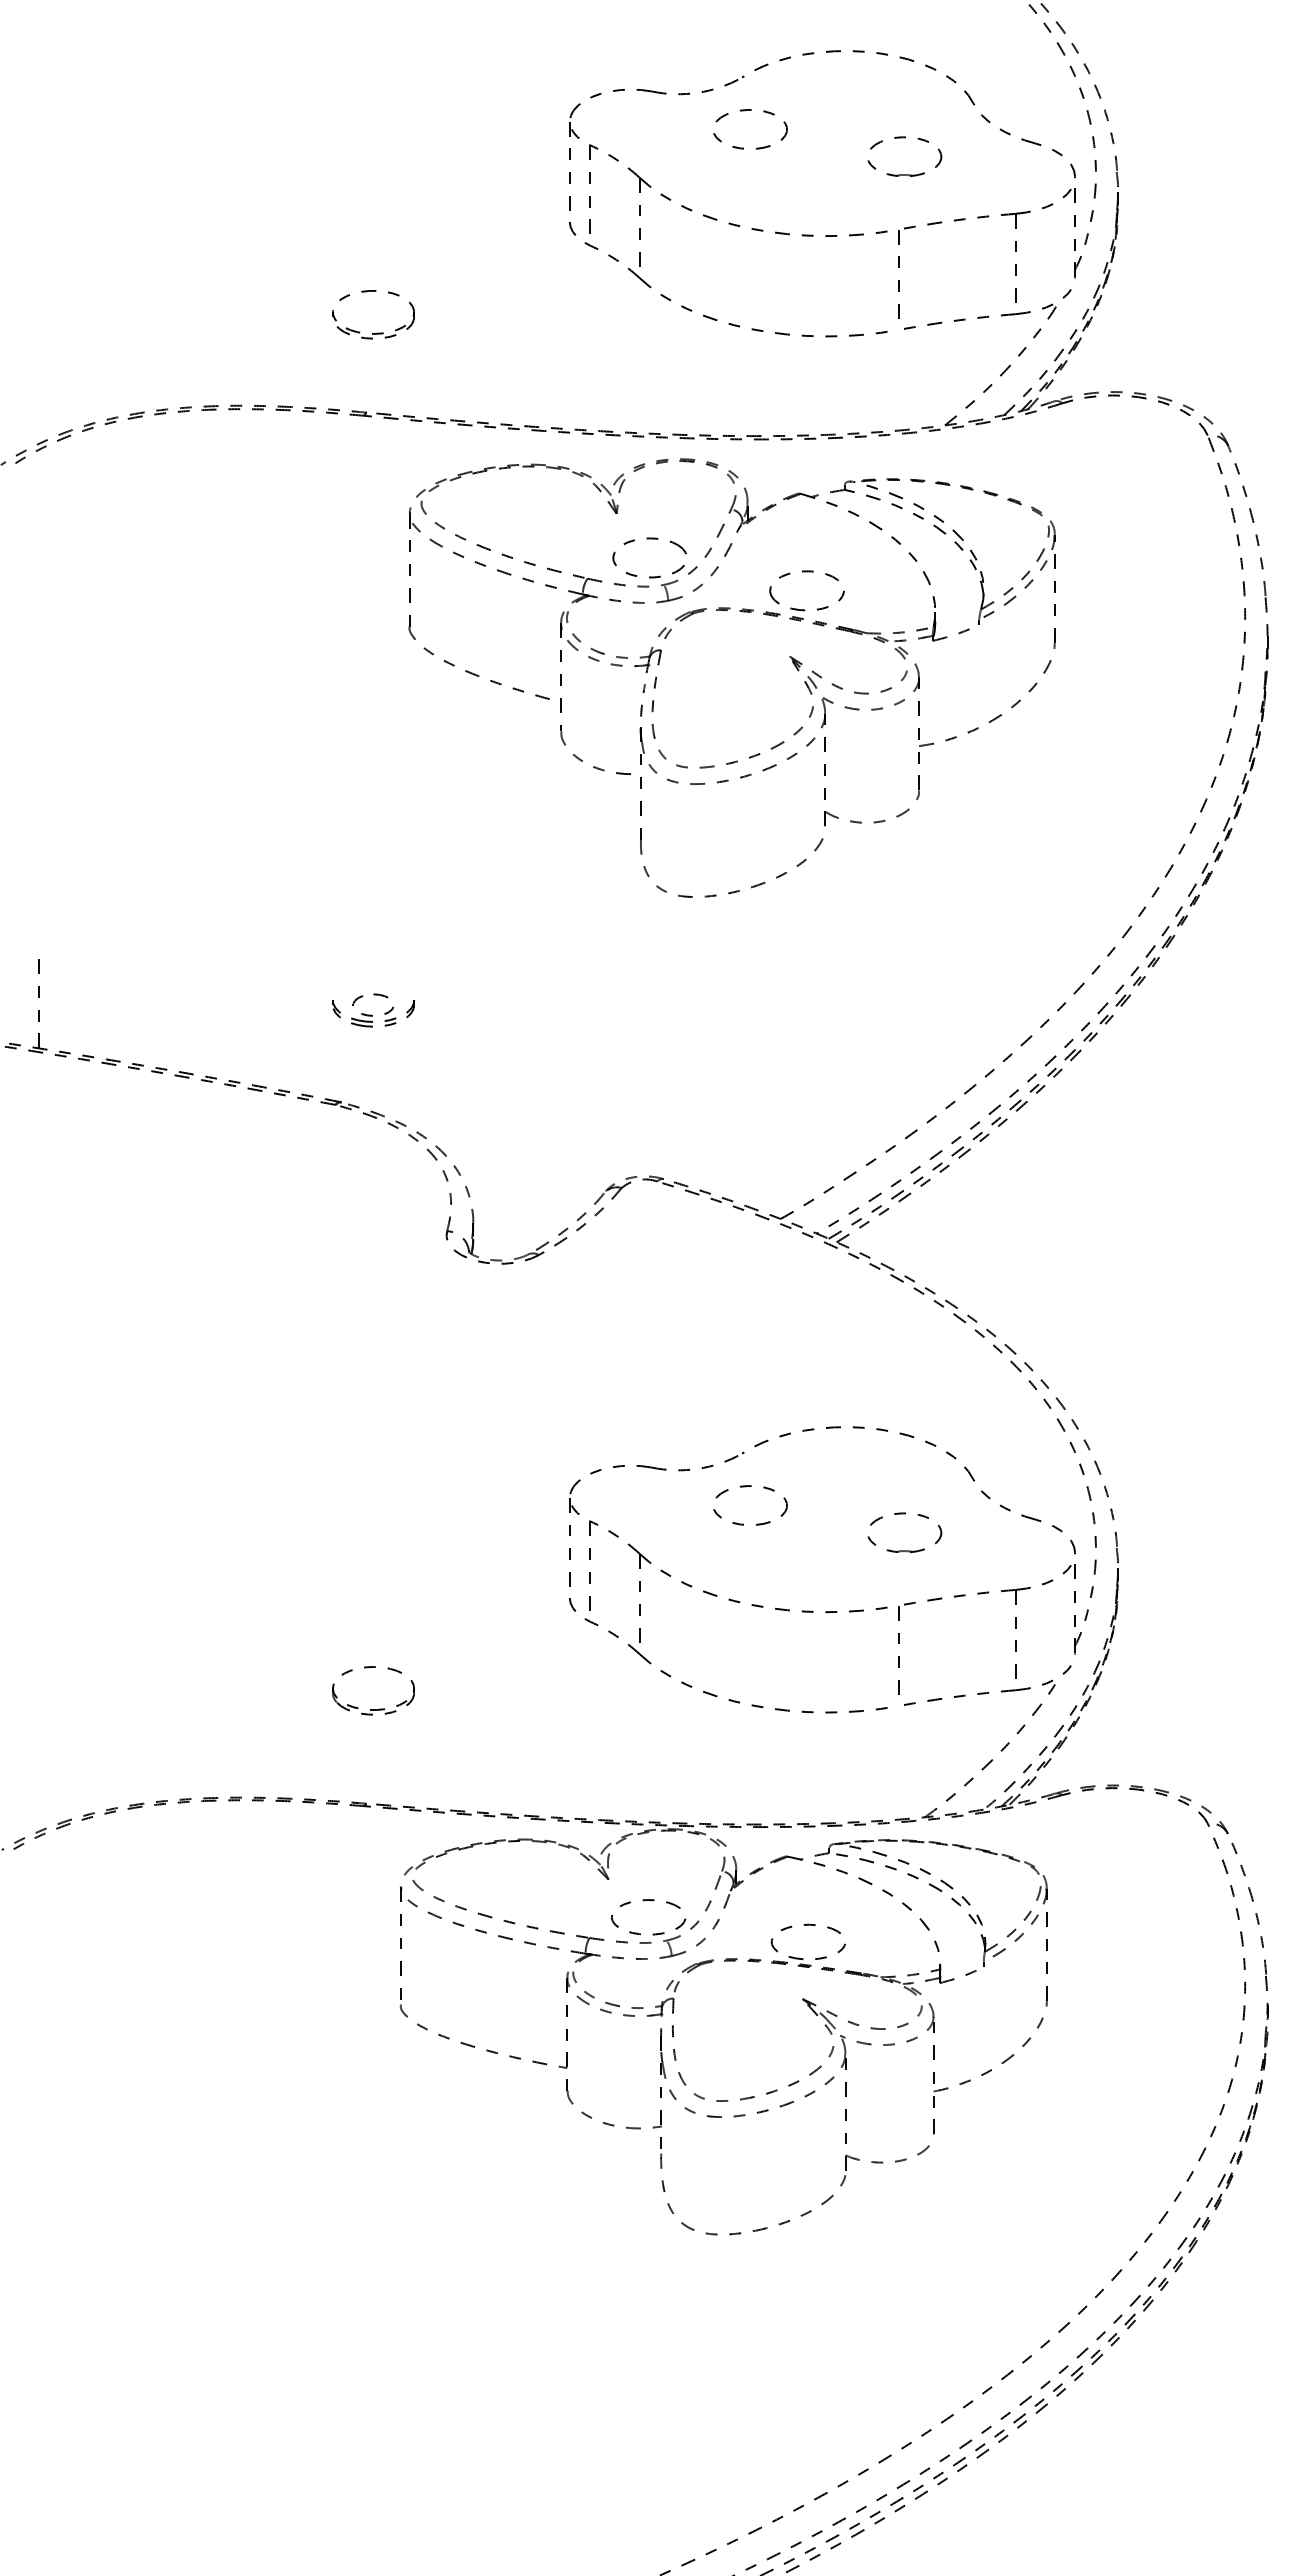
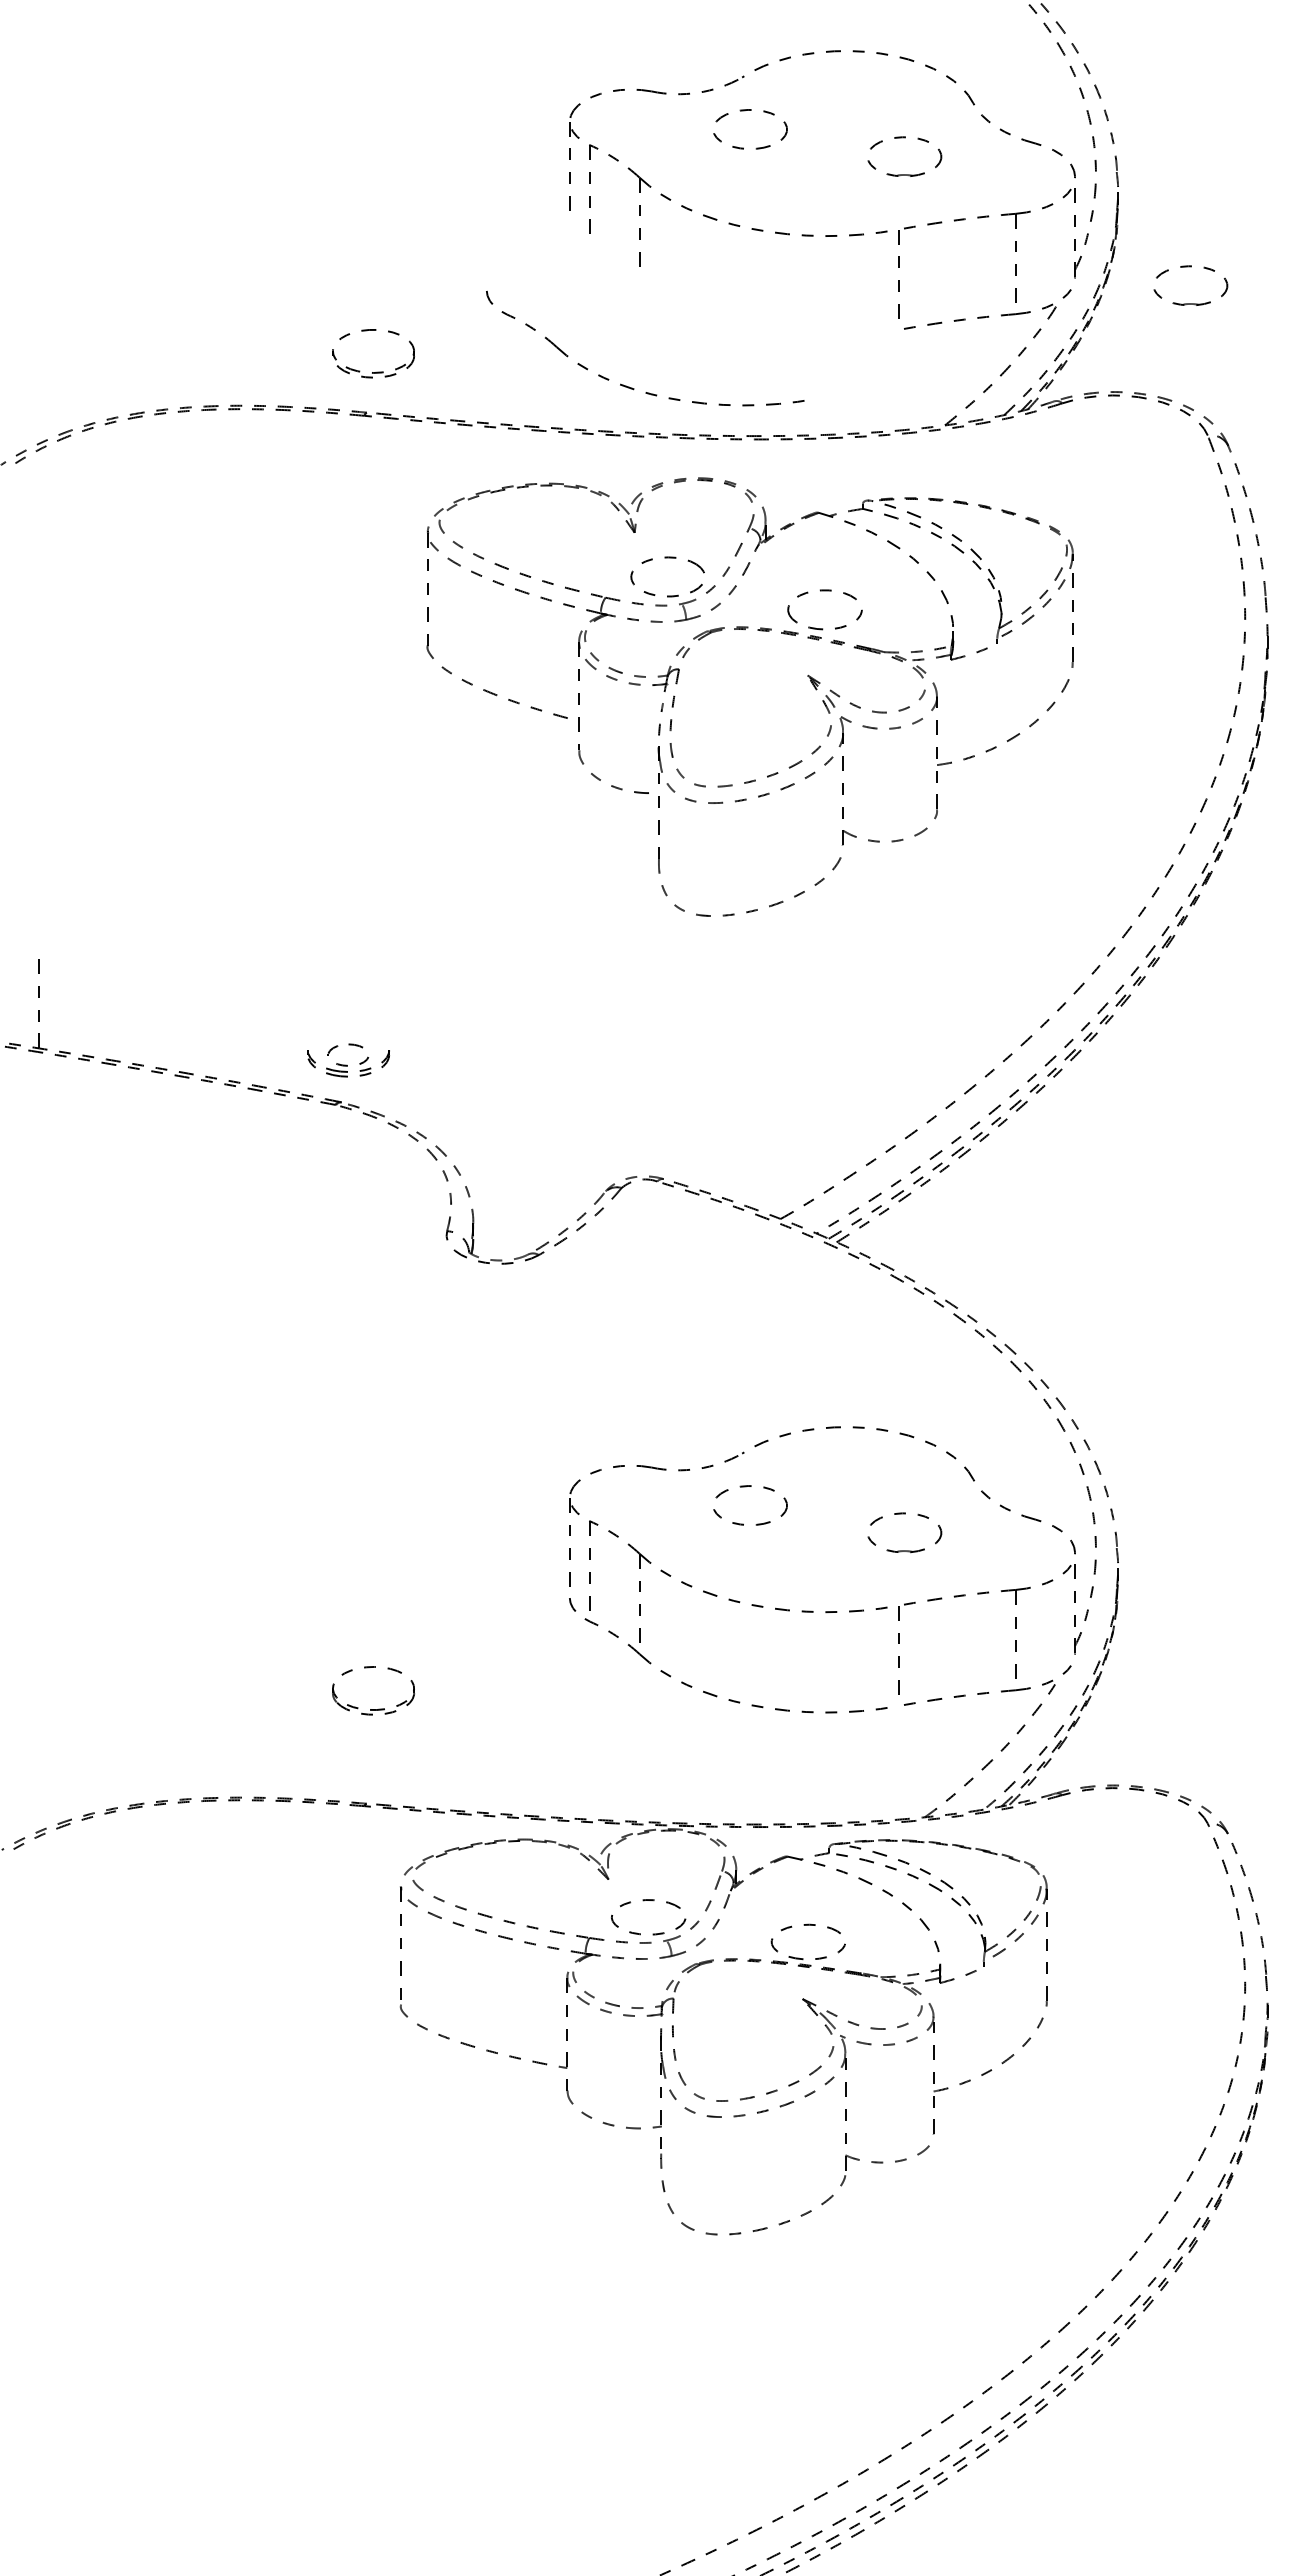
part at (1190, 267): none -> present
part at (715, 318) position: (715, 318) -> (632, 387)
part at (376, 332) position: (376, 332) -> (376, 371)
part at (789, 657) position: (789, 657) -> (807, 676)
part at (373, 1010) position: (373, 1010) -> (348, 1060)
